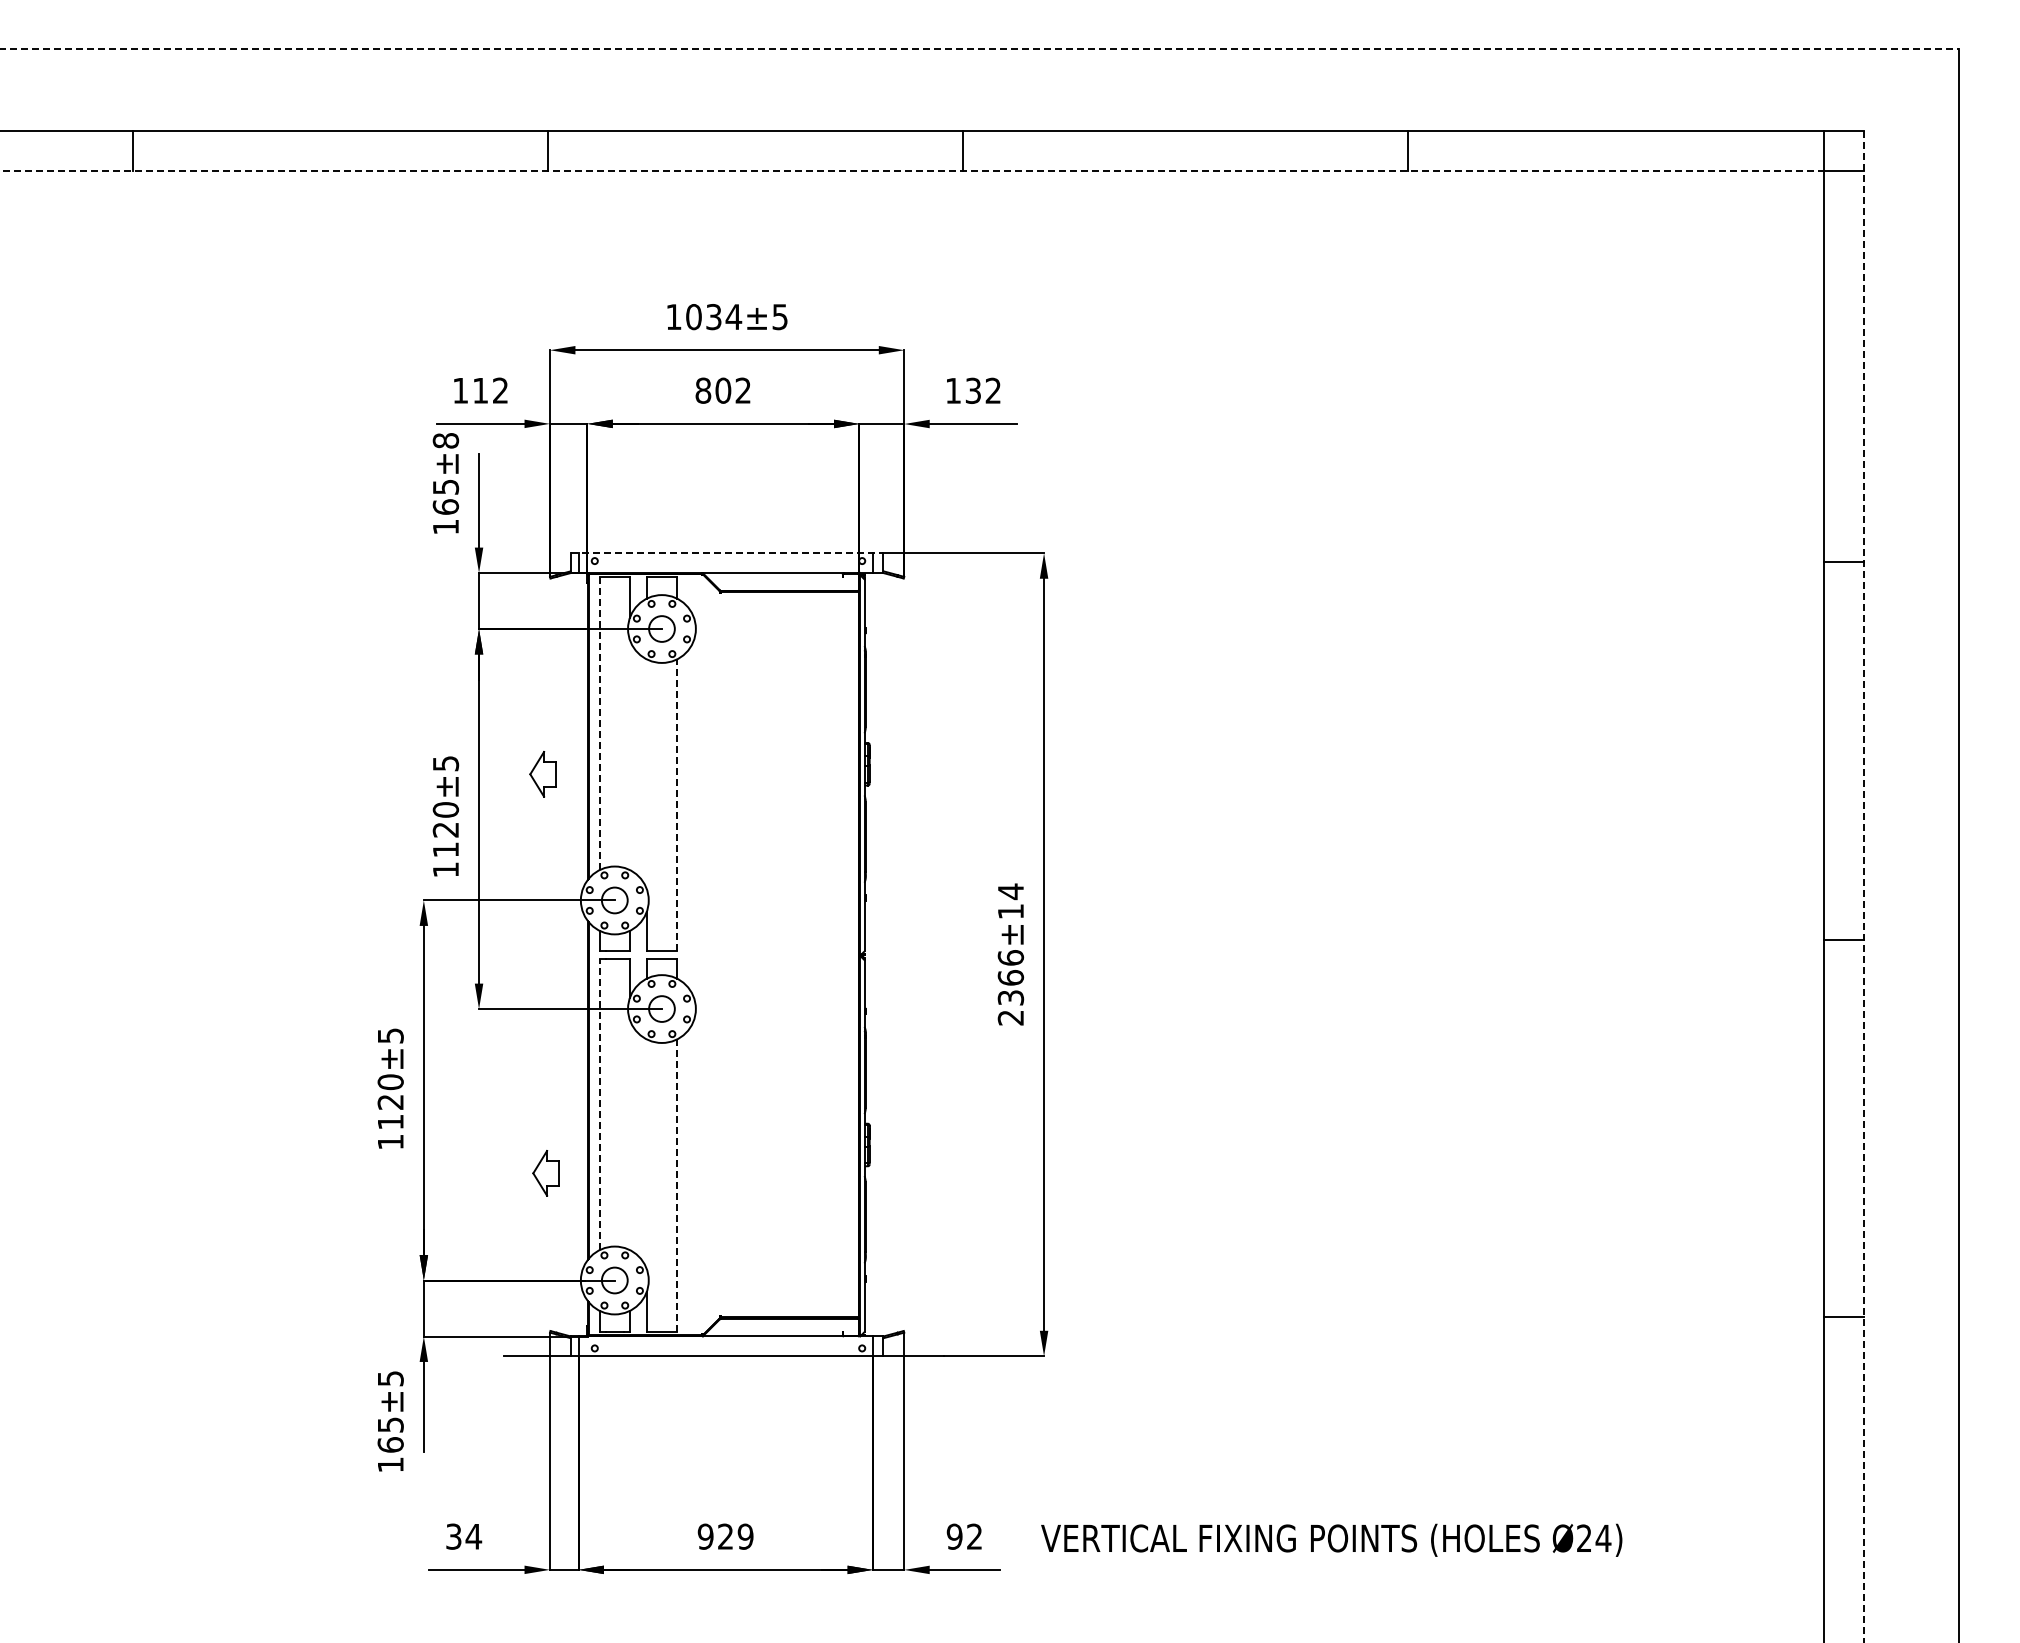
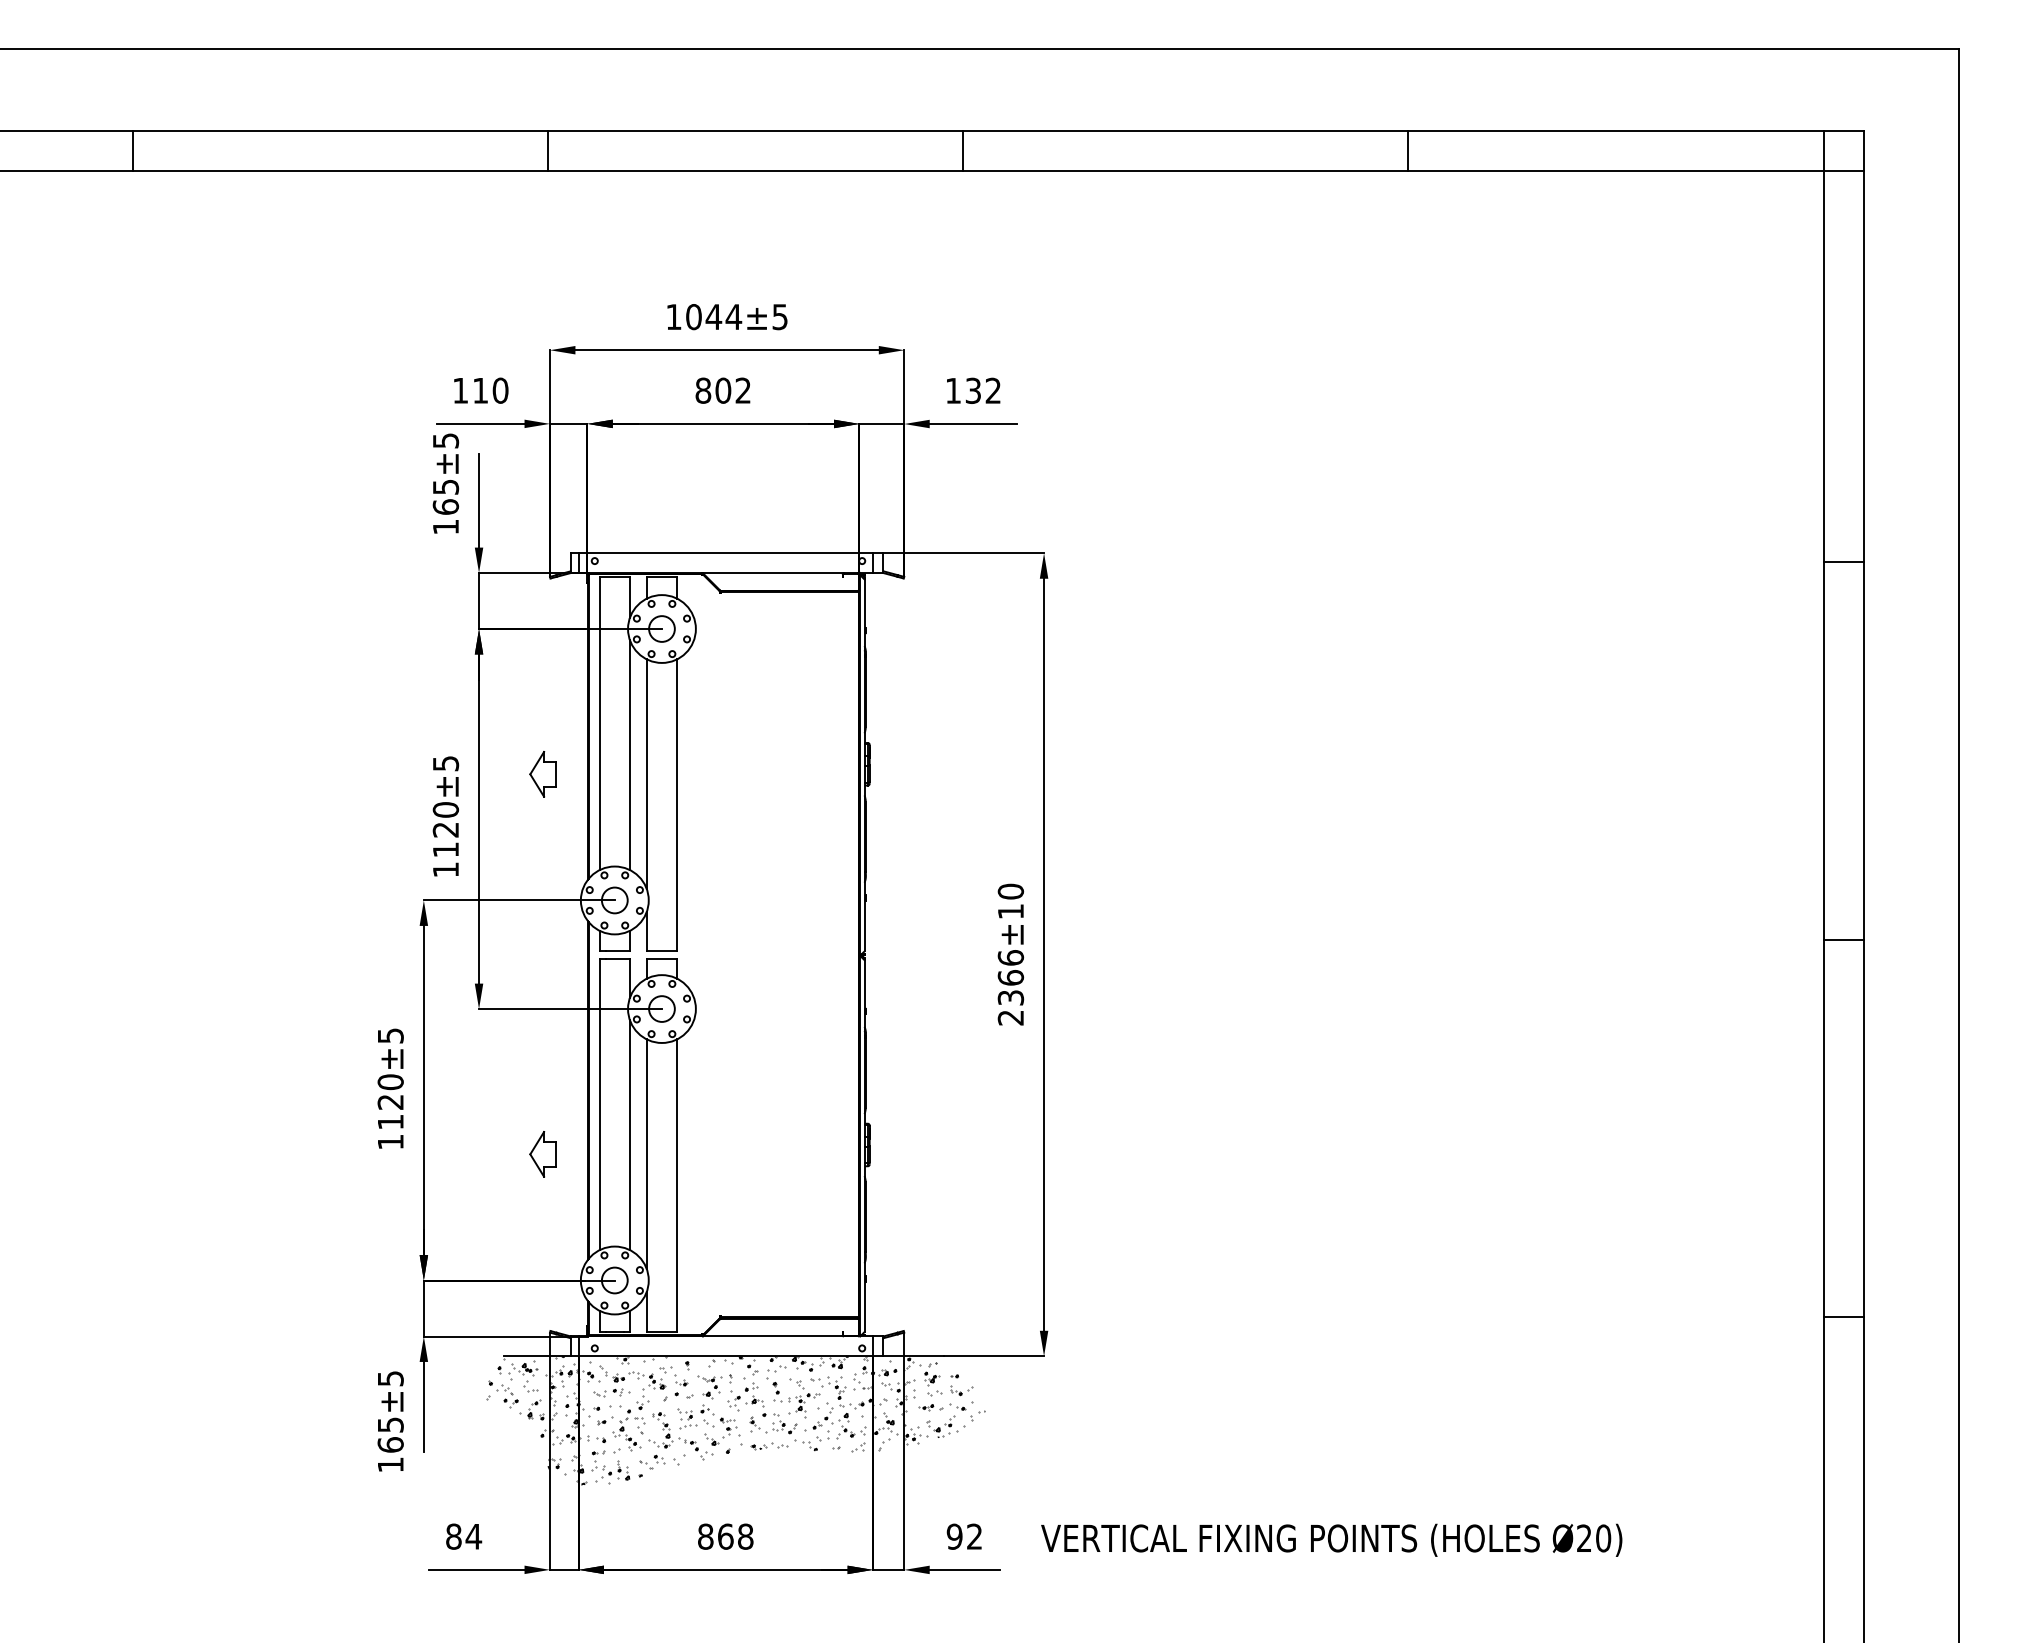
line at (980, 49): dashed -> solid
line at (912, 171): dashed -> solid
text at (713, 317): 1034±5 -> 1044±5
text at (500, 390): 112 -> 110
text at (445, 440): 165±8 -> 165±5
line at (727, 553): dashed -> solid
line at (599, 723): dashed -> solid
line at (629, 755): none -> present
line at (646, 774): none -> present
line at (677, 805): dashed -> solid
line at (1864, 886): dashed -> solid
text at (1010, 891): 2366±14 -> 2366±10
line at (599, 1104): dashed -> solid
line at (629, 1135): none -> present
line at (646, 1154): none -> present
part at (545, 1173) position: (545, 1173) -> (542, 1154)
line at (677, 1186): dashed -> solid
hatch at (736, 1420): none -> present
text at (453, 1536): 34 -> 84
text at (725, 1536): 929 -> 868
text at (1603, 1538): Ø24) -> Ø20)
